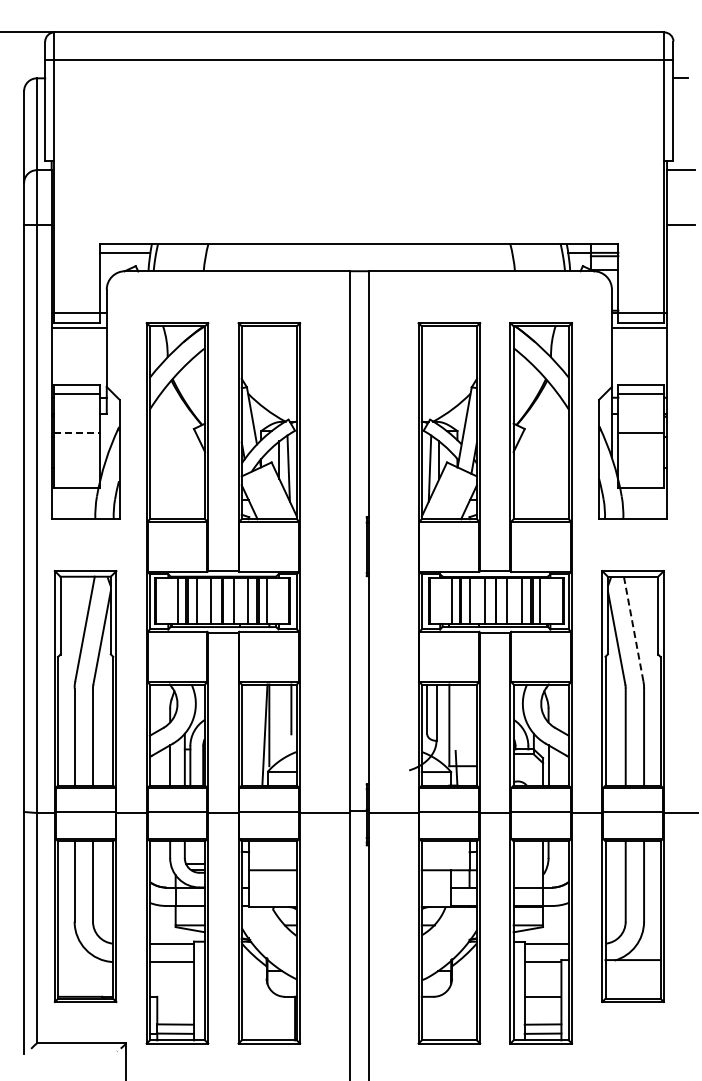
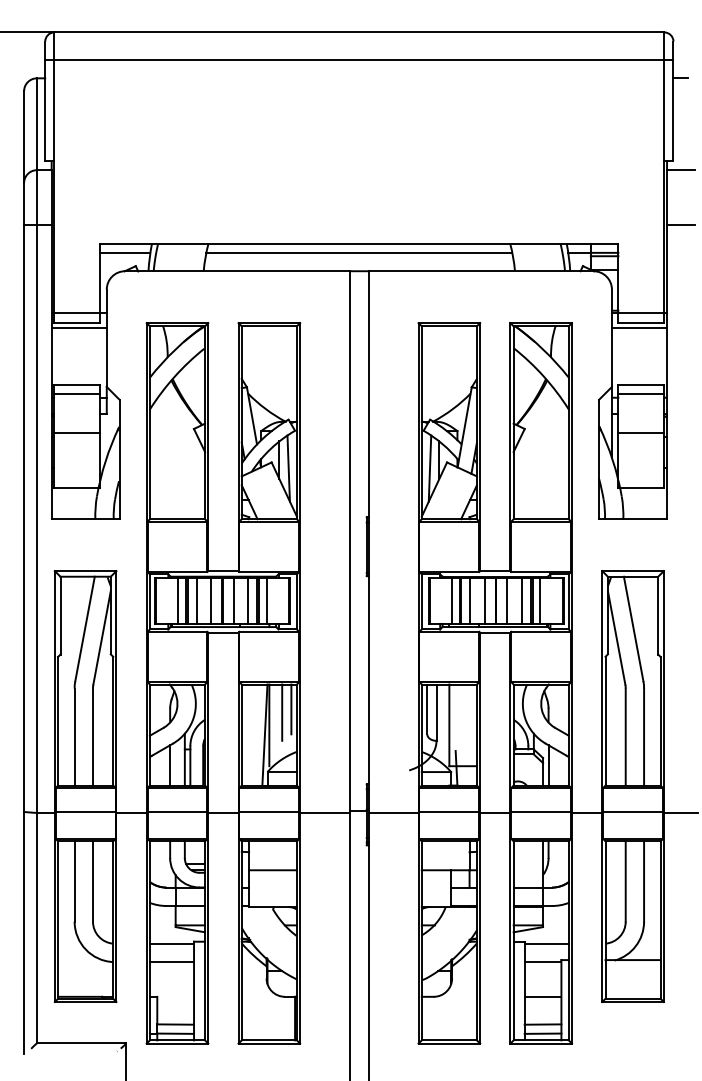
line at (359, 252): none -> present
line at (77, 432): dashed -> solid
line at (633, 628): dashed -> solid
line at (282, 712): none -> present
